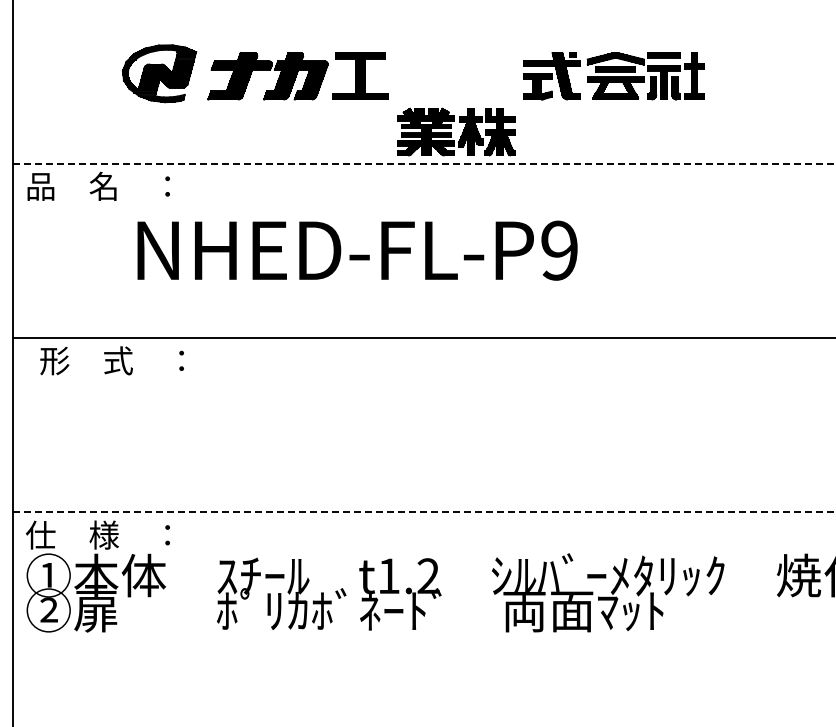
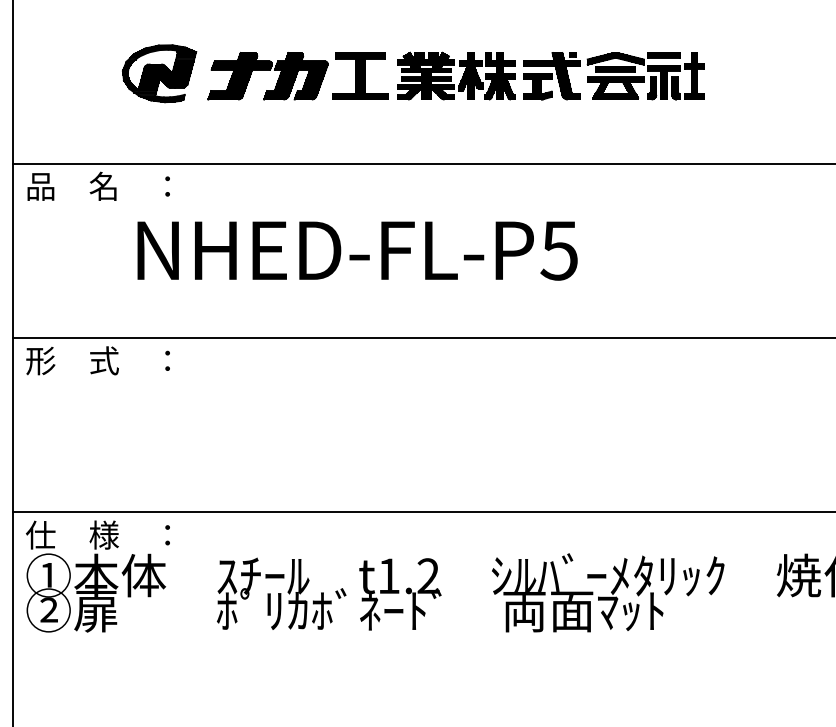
part at (456, 131) position: (456, 131) -> (456, 75)
line at (425, 163): dashed -> solid
text at (558, 250): NHED-FL-P9 -> NHED-FL-P5
text at (111, 360) position: (111, 360) -> (97, 360)
line at (425, 512): dashed -> solid
